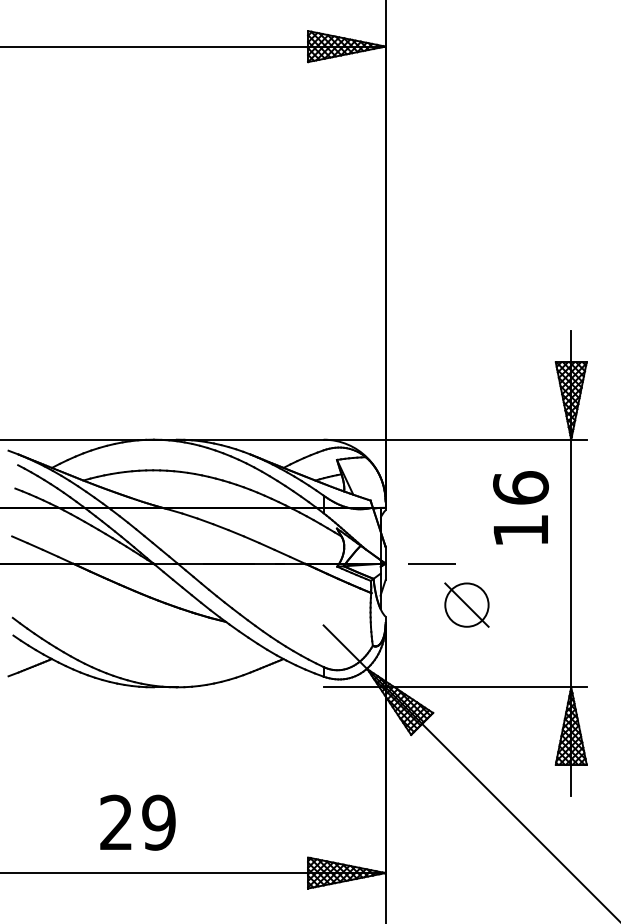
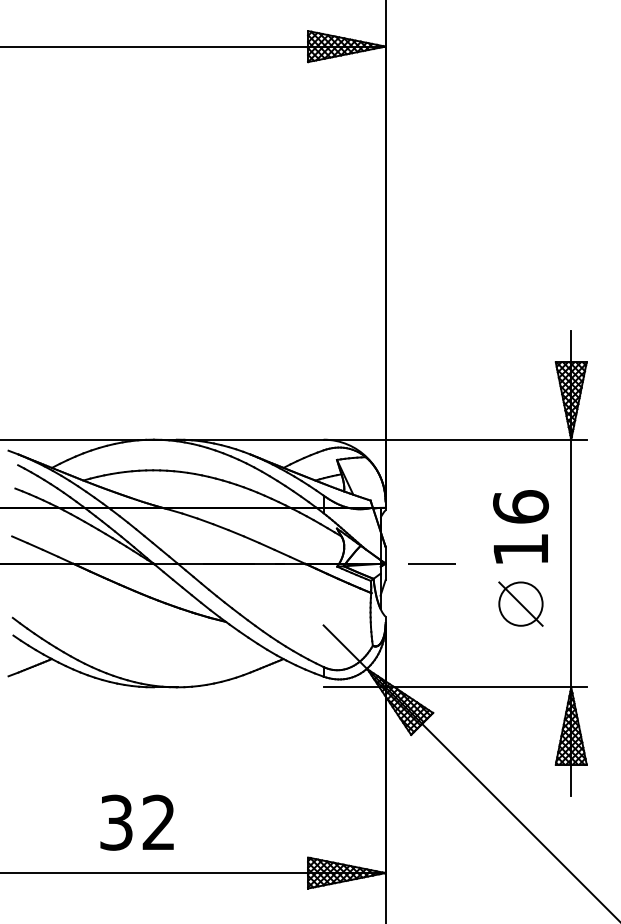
text at (520, 507) position: (520, 507) -> (520, 526)
part at (466, 604) position: (466, 604) -> (520, 603)
text at (137, 822): 29 -> 32
